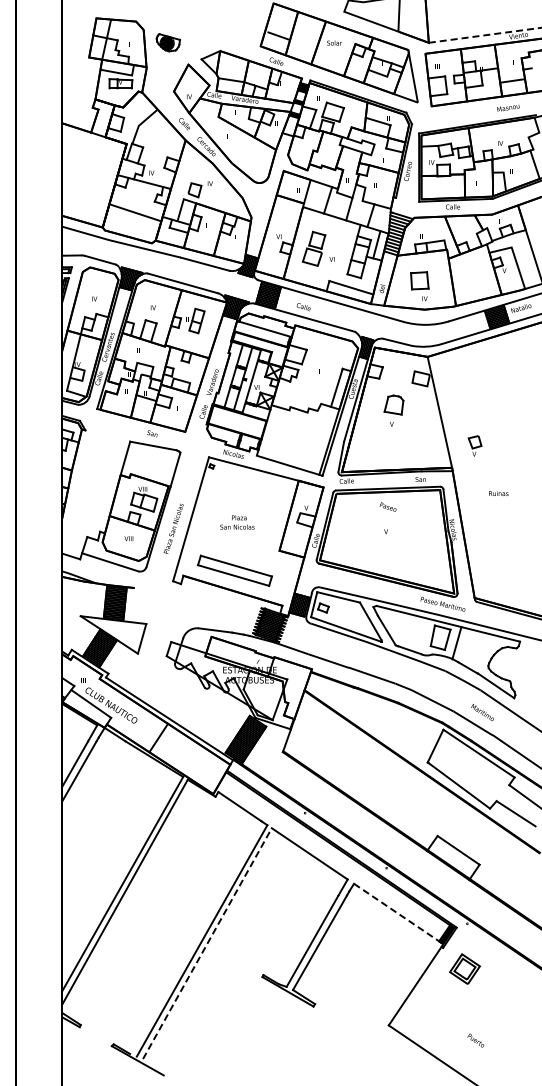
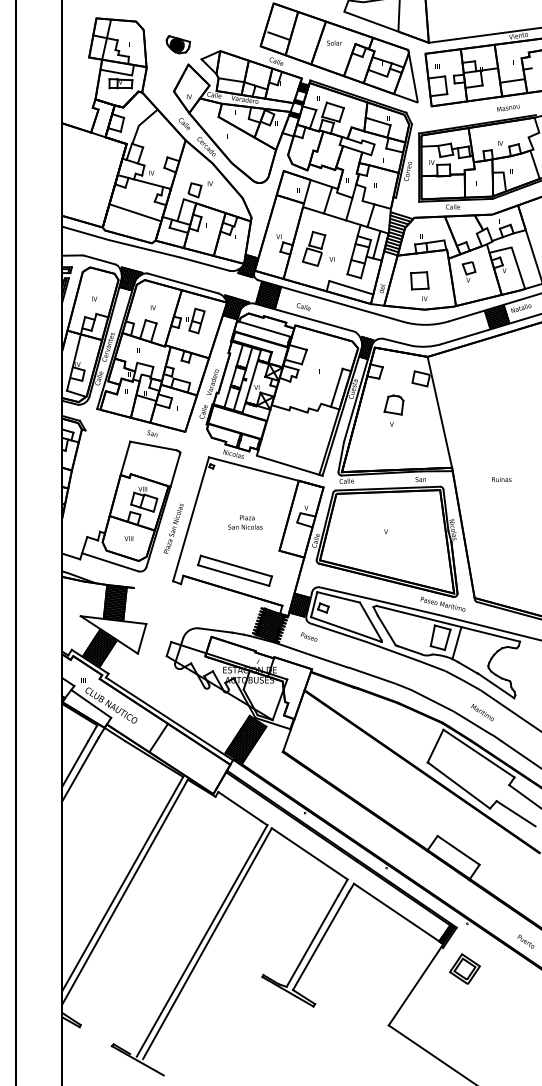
line at (485, 35): dashed -> solid
part at (167, 42) position: (167, 42) -> (177, 44)
part at (474, 445) position: (474, 445) -> (468, 271)
text at (498, 493) position: (498, 493) -> (501, 479)
text at (387, 506) position: (387, 506) -> (308, 636)
text at (237, 522) position: (237, 522) -> (245, 522)
line at (398, 914): dashed -> solid
line at (207, 943): dashed -> solid
text at (475, 1040) position: (475, 1040) -> (525, 941)
